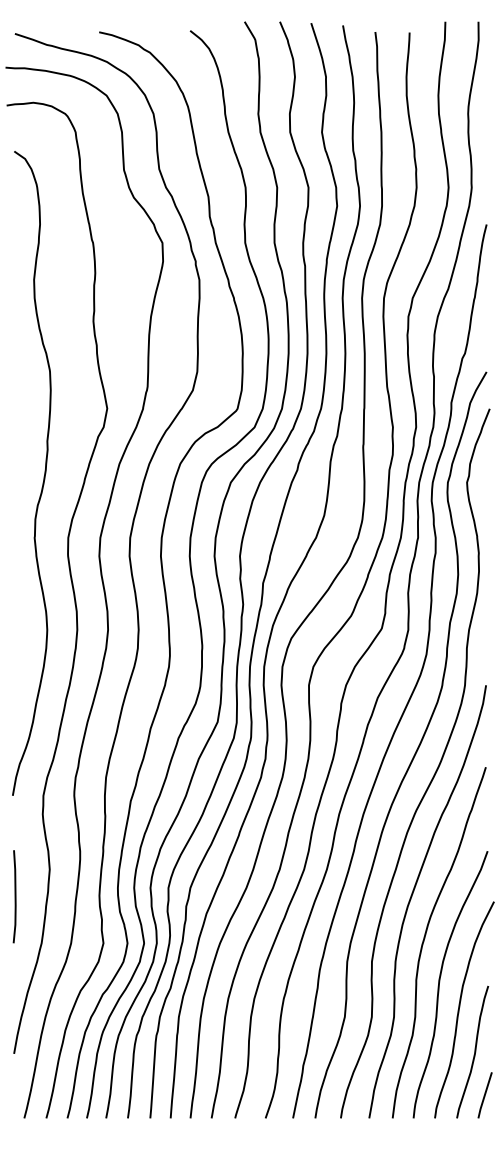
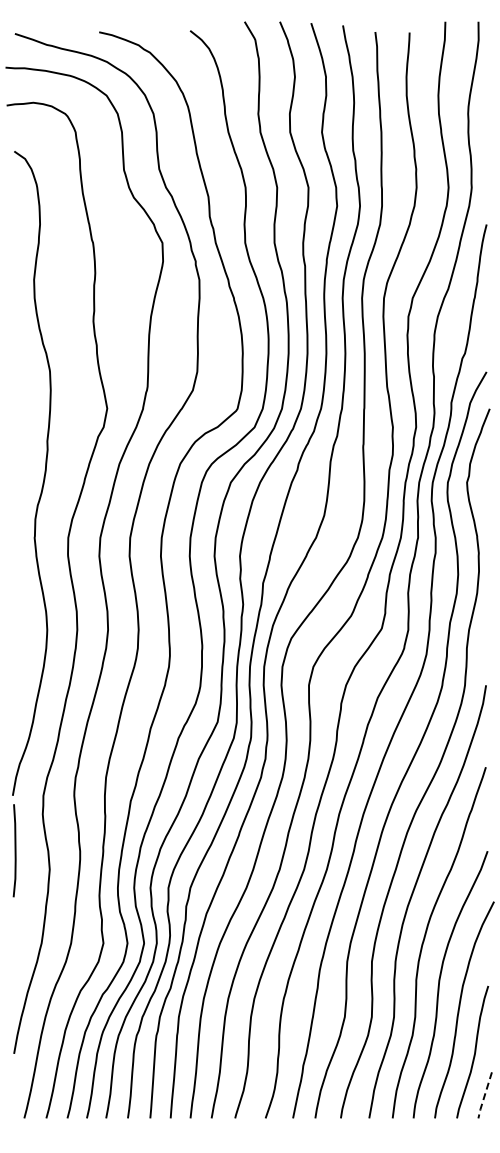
line at (14, 896) position: (14, 896) -> (14, 850)
line at (484, 1095): solid -> dashed
